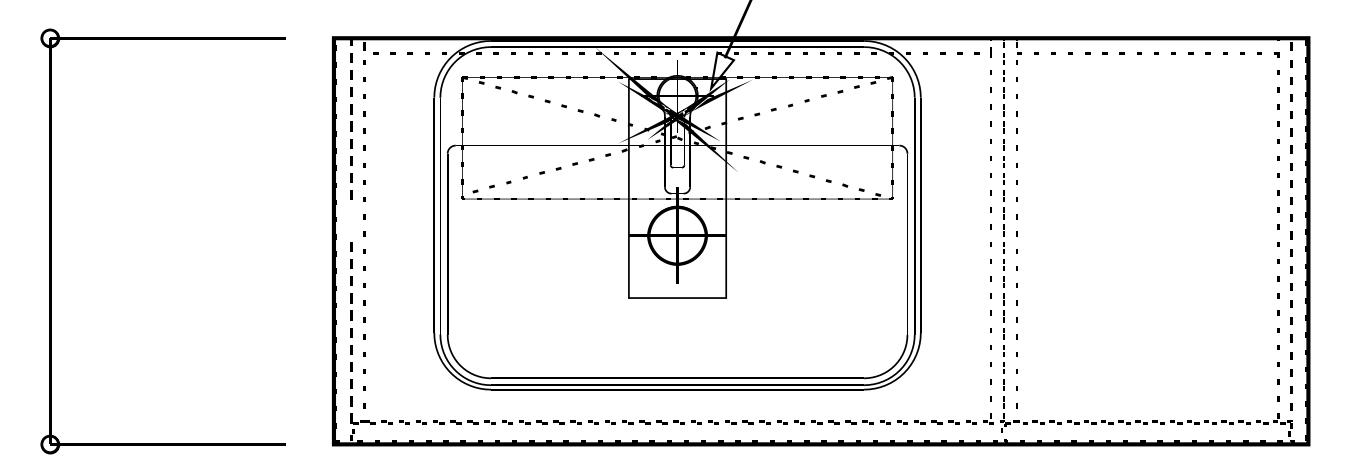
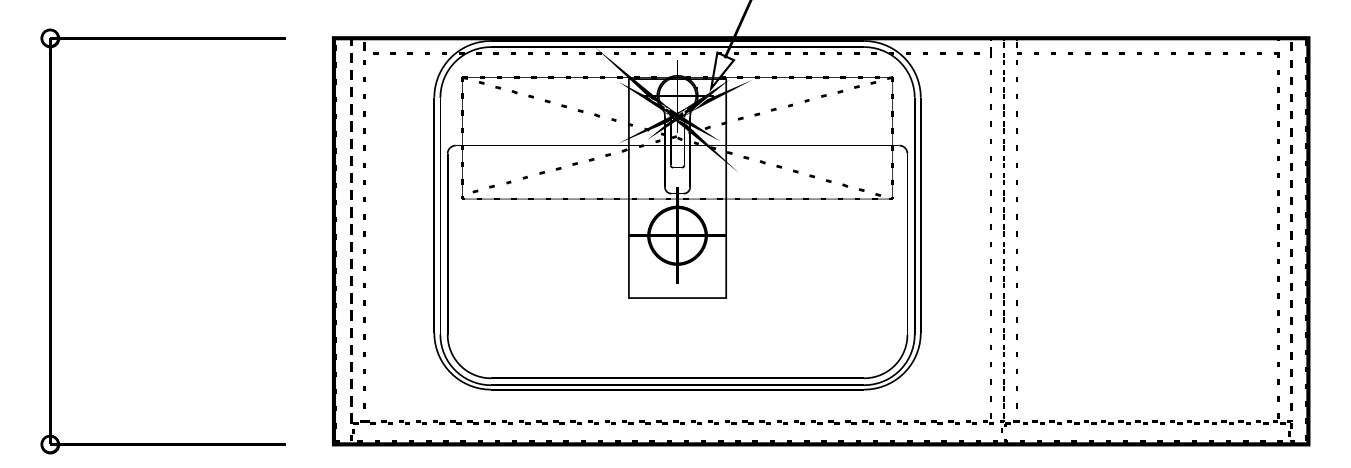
line at (351, 217): none -> present
